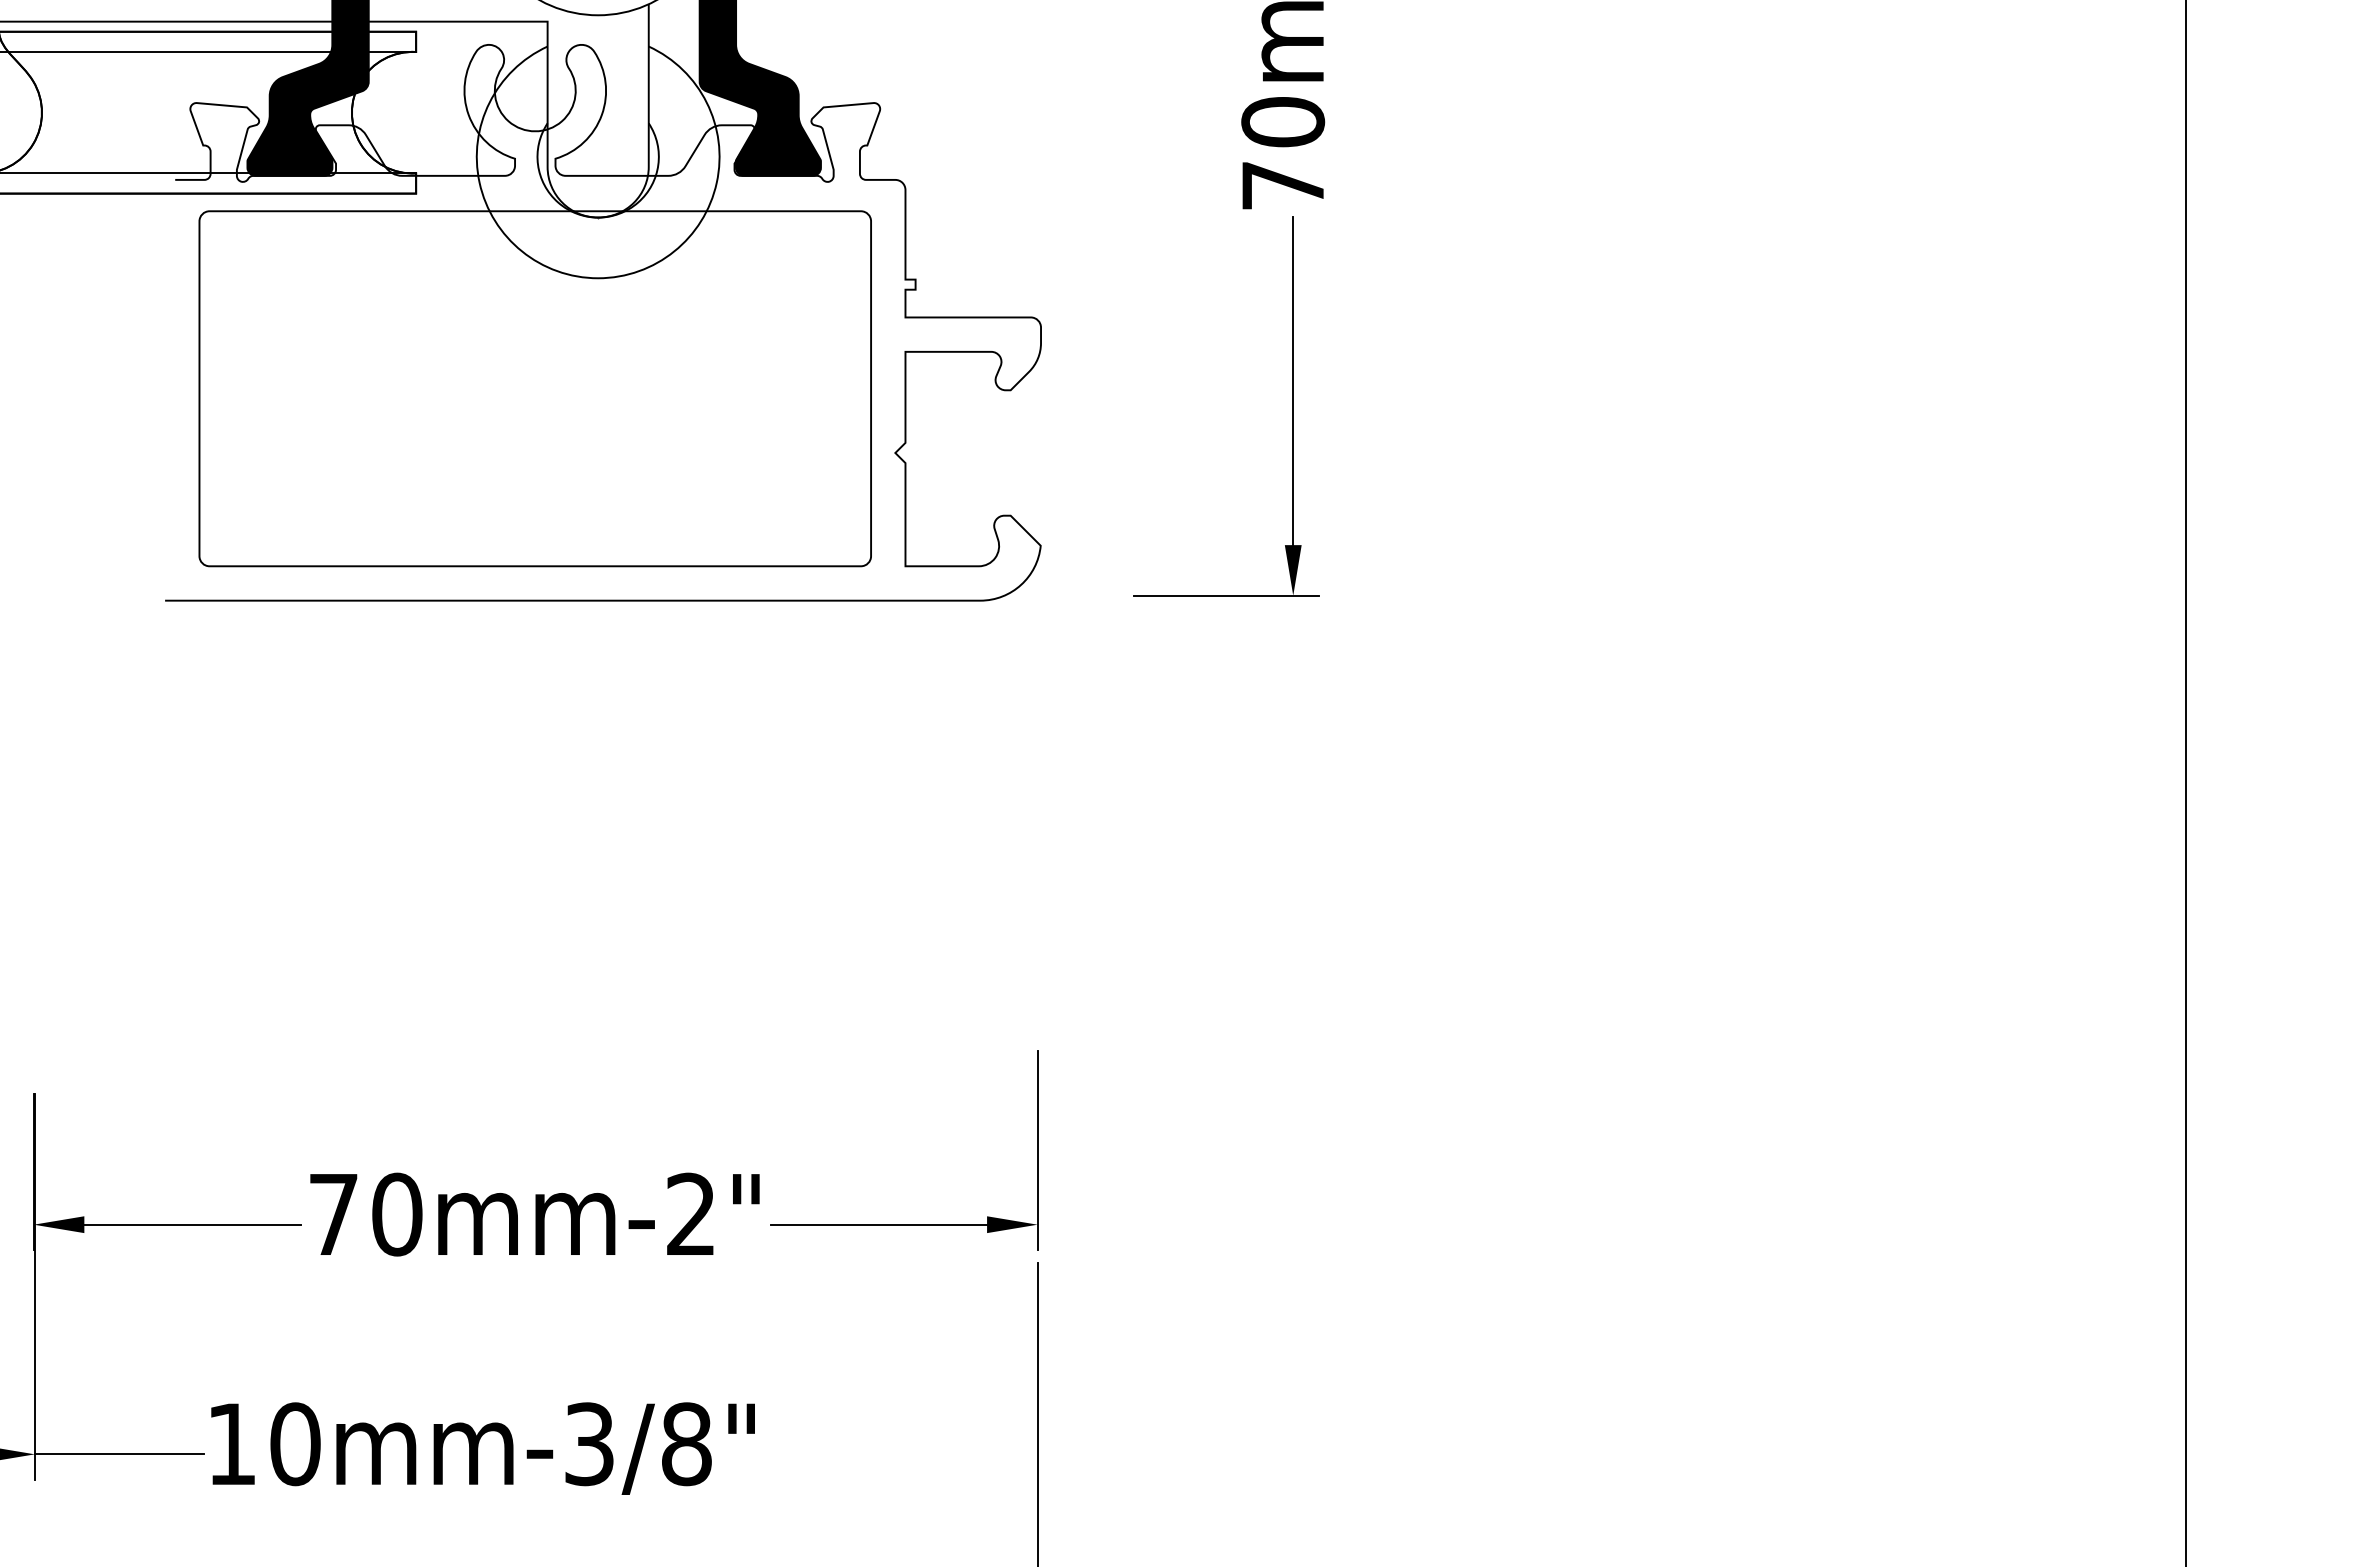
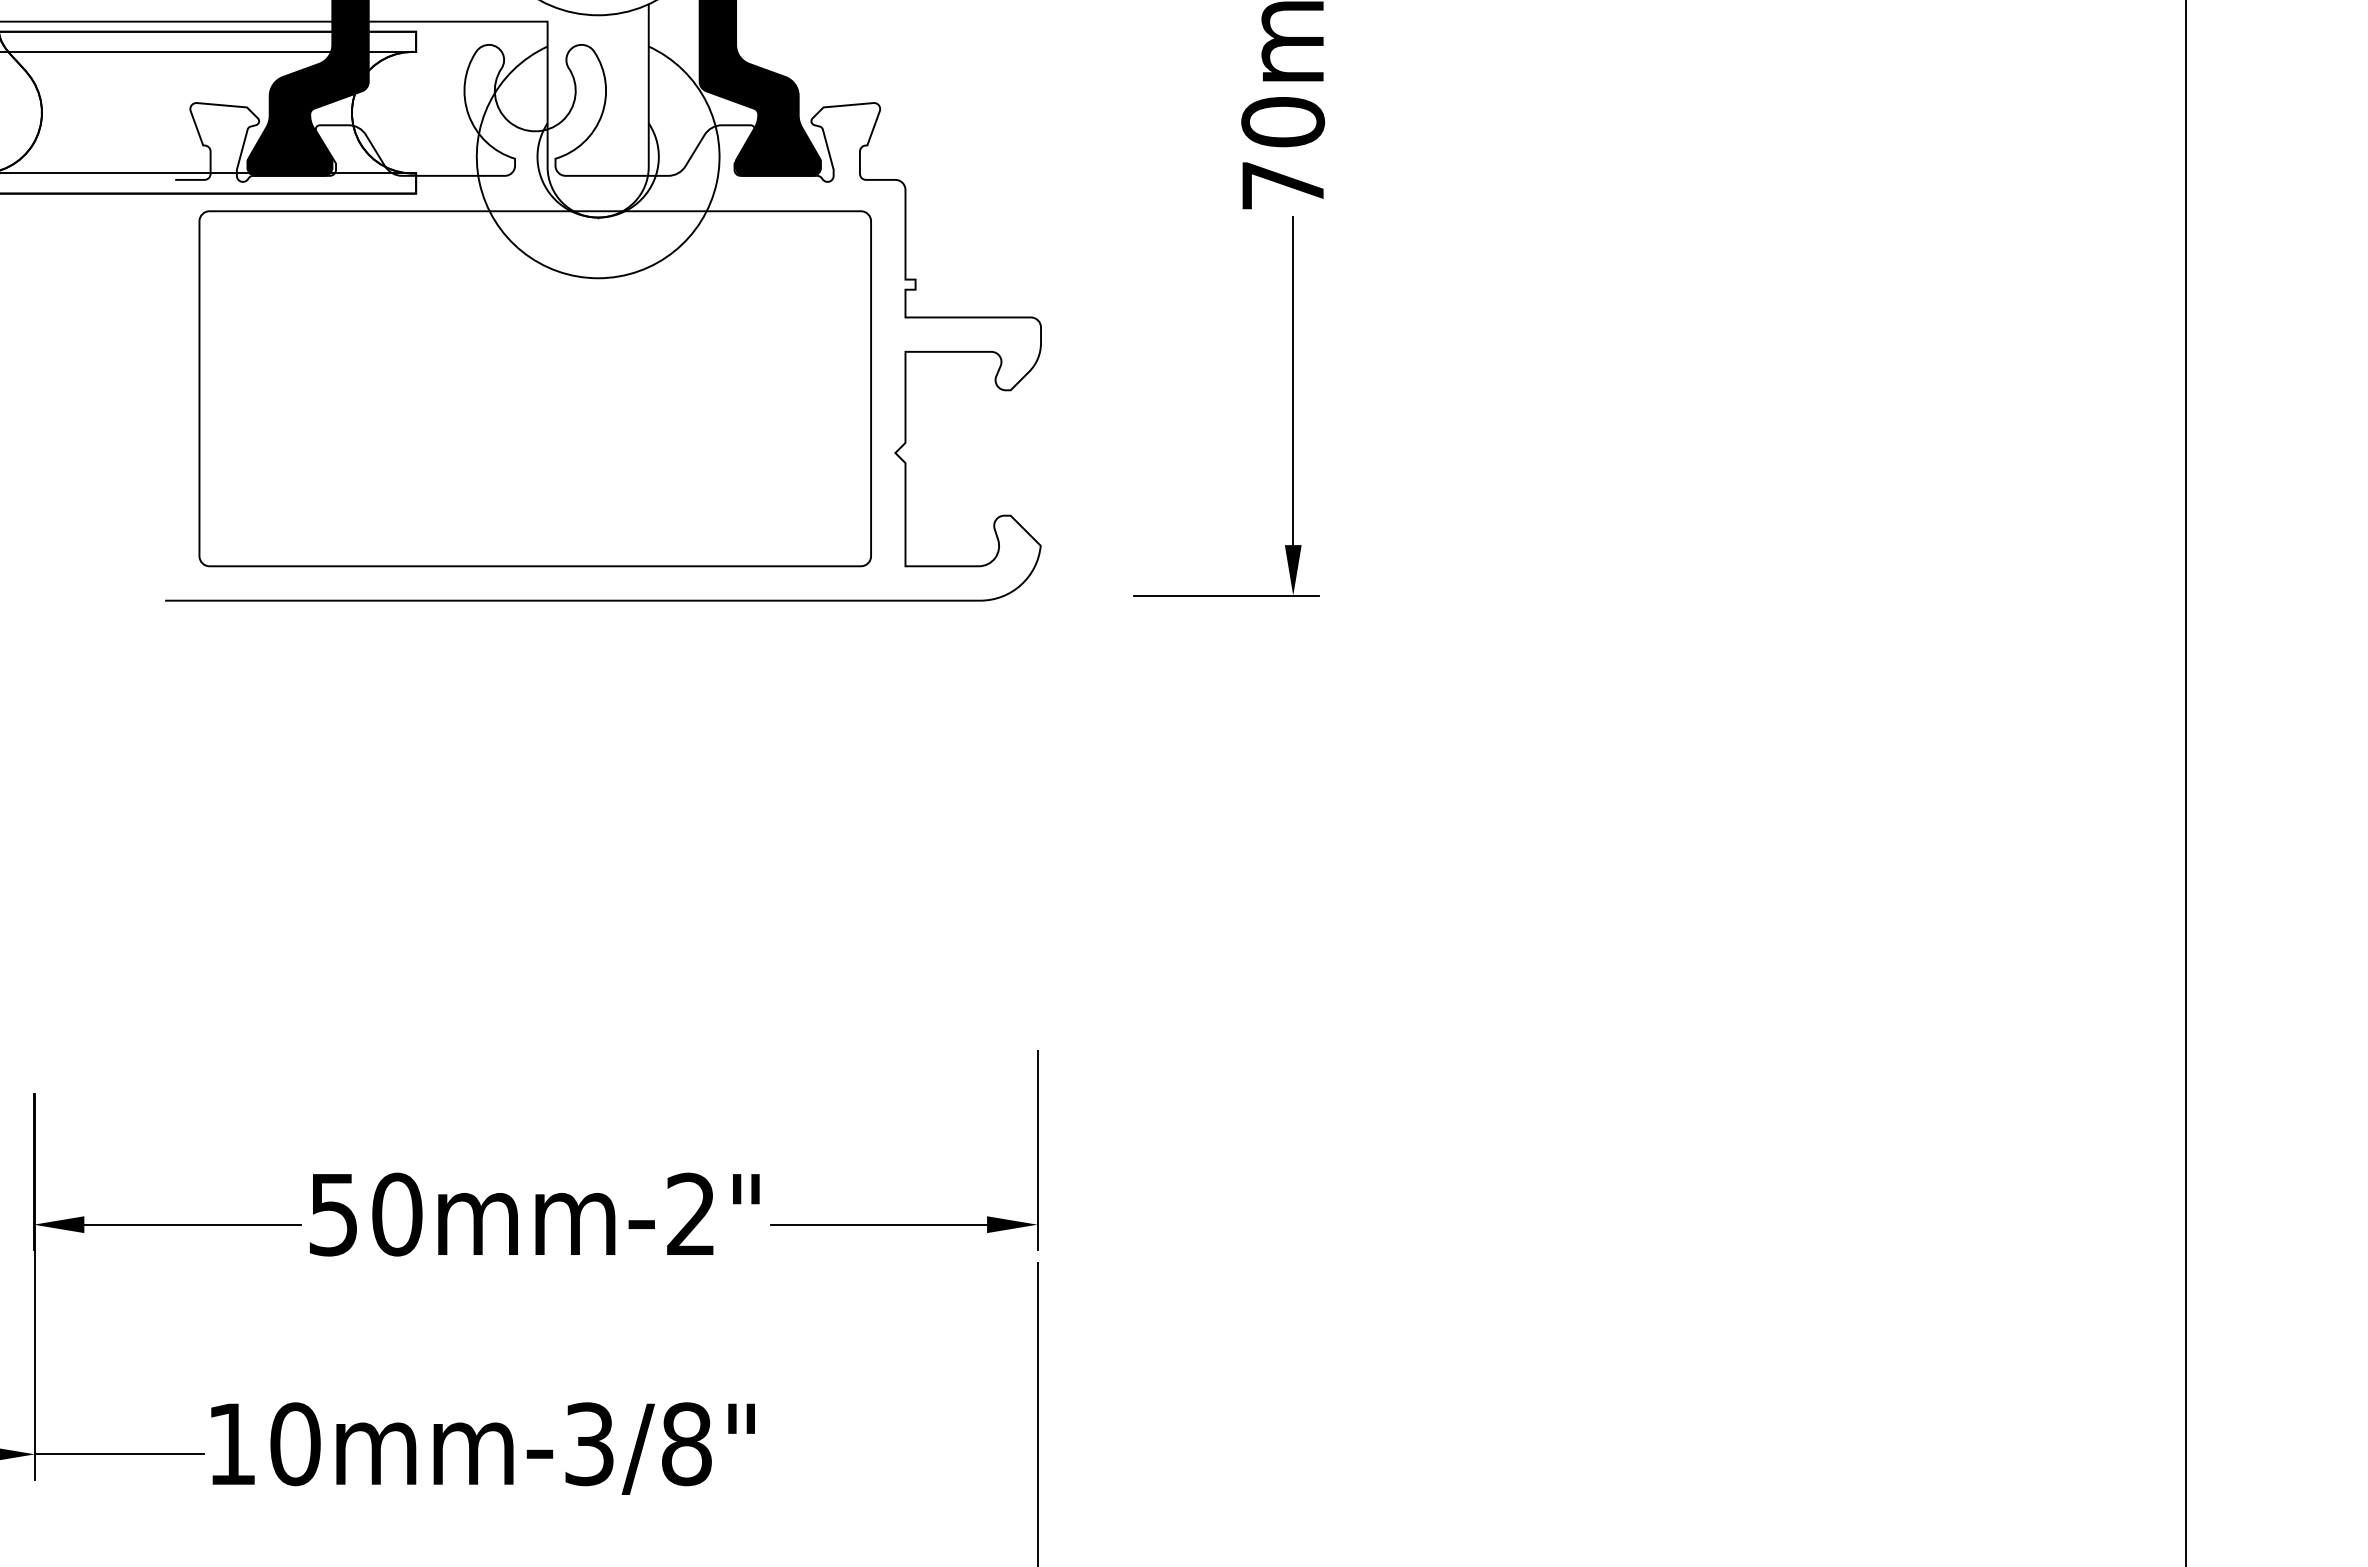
text at (333, 1215): 70mm-2" -> 50mm-2"
